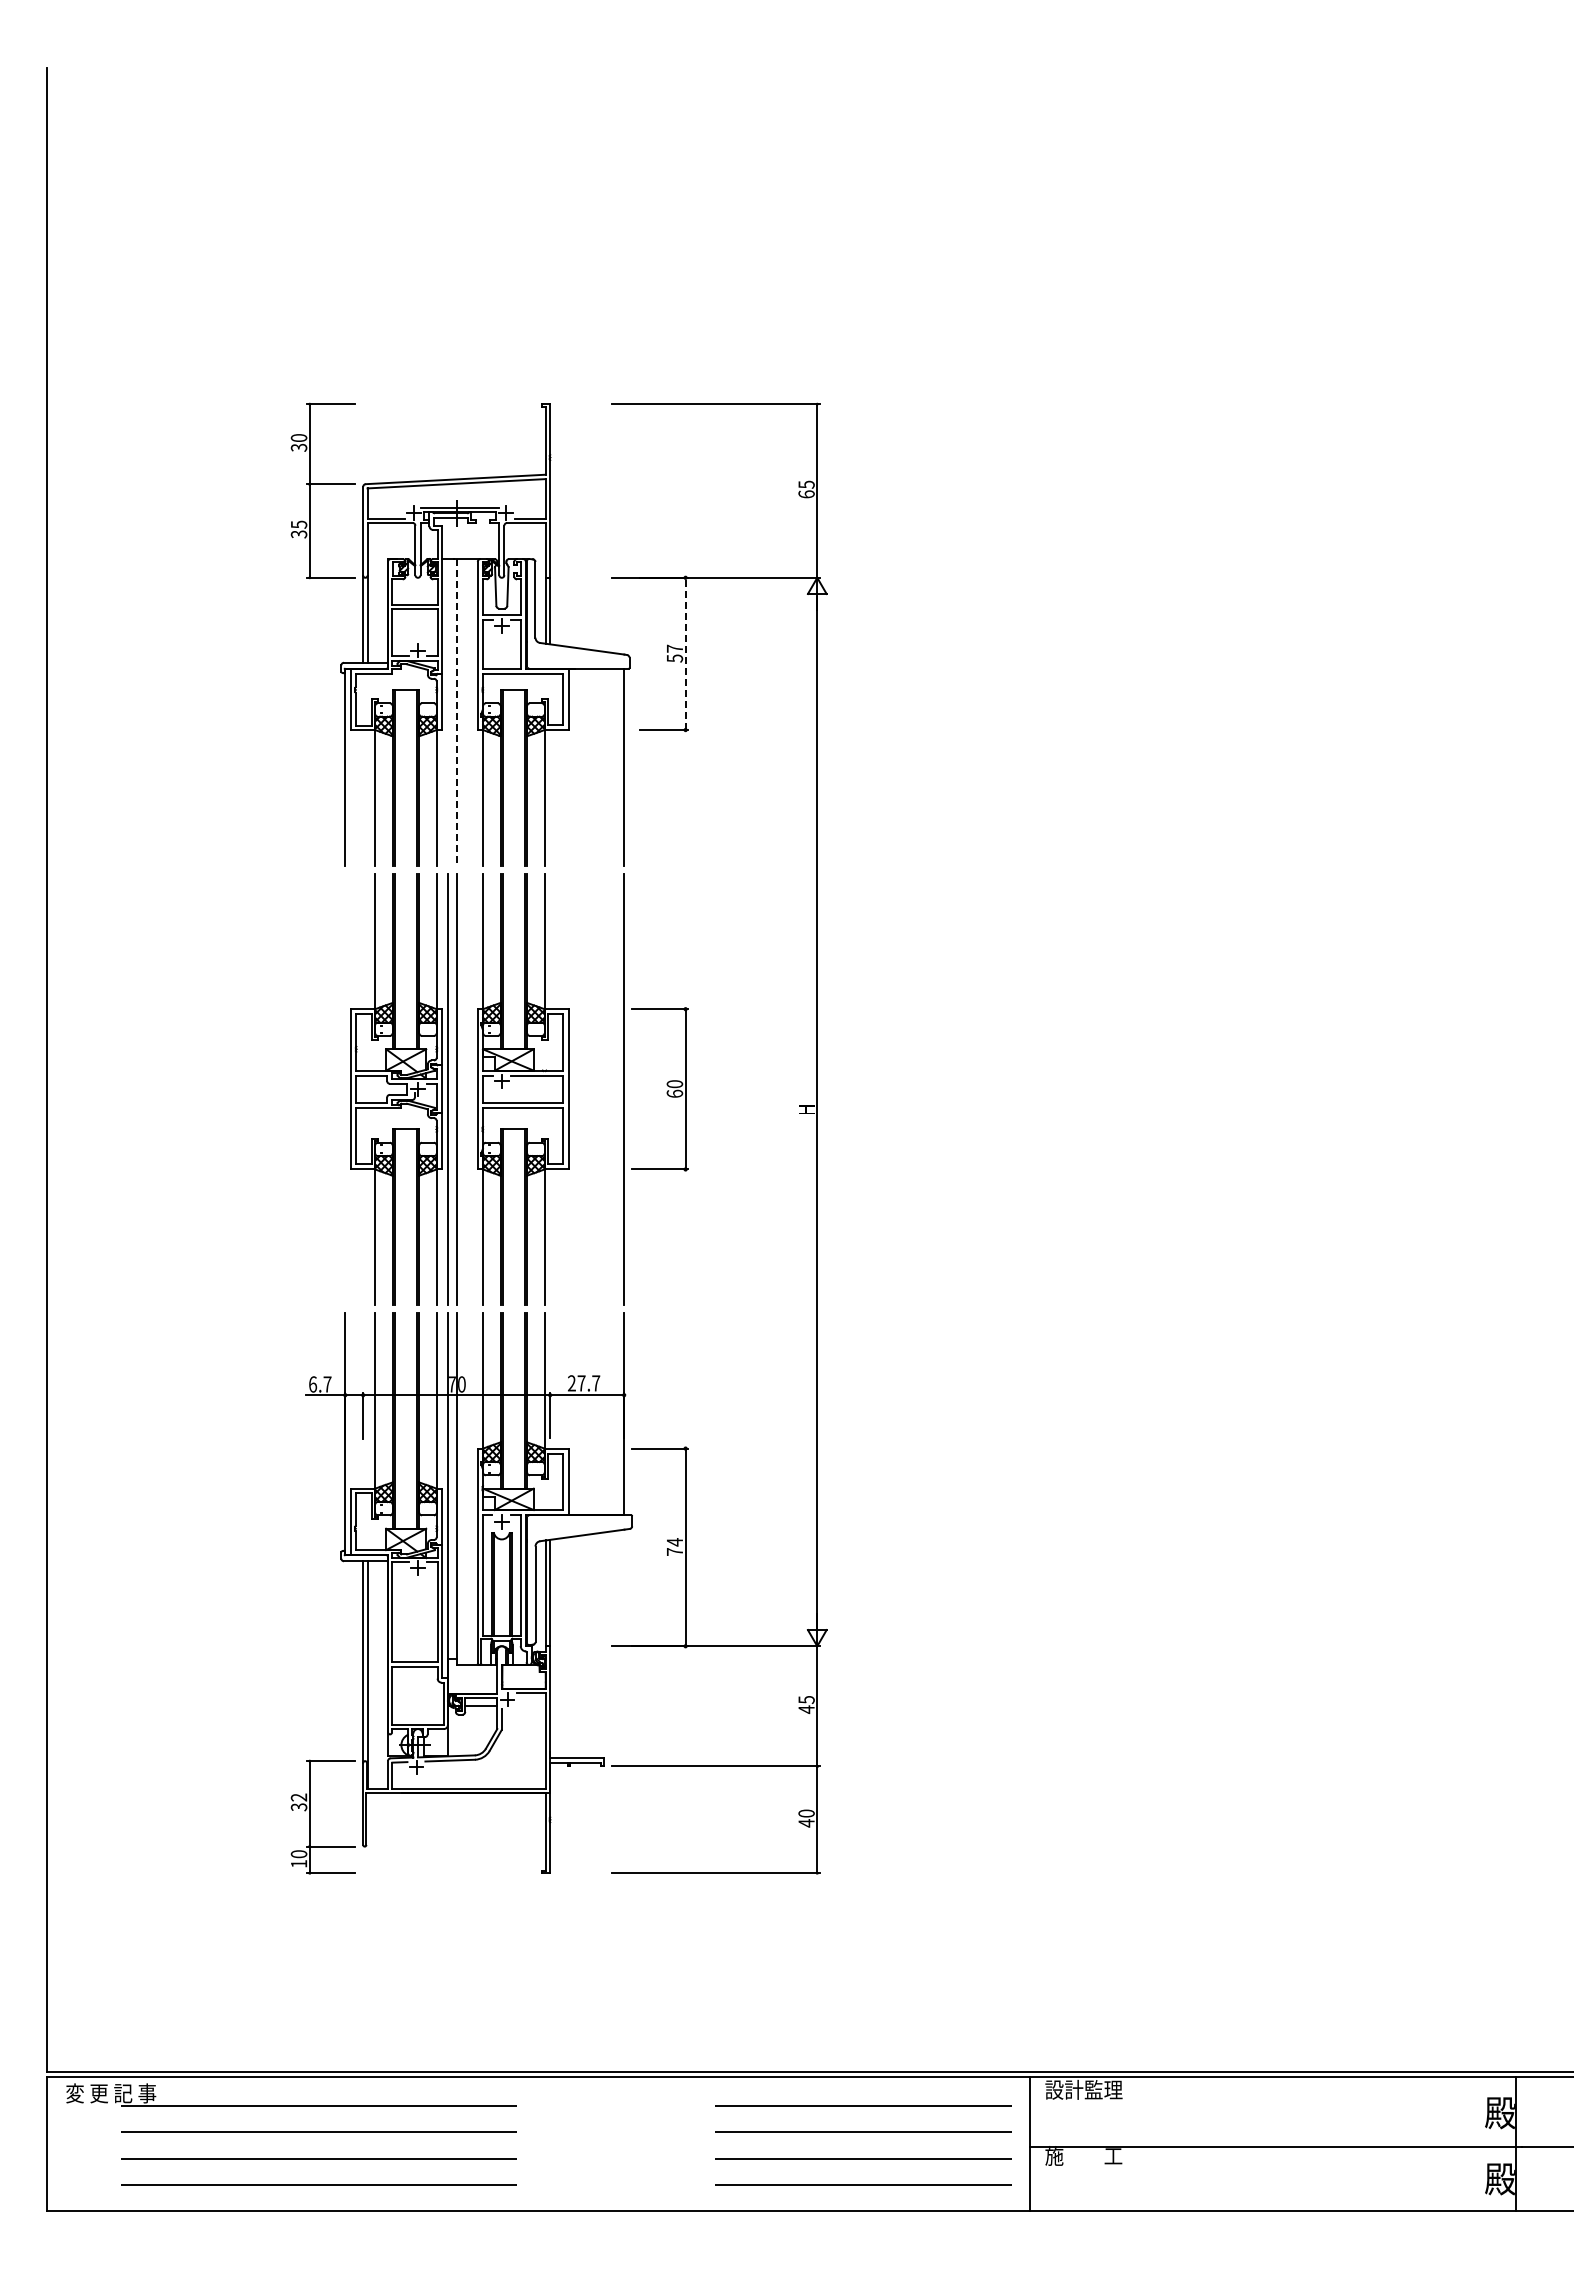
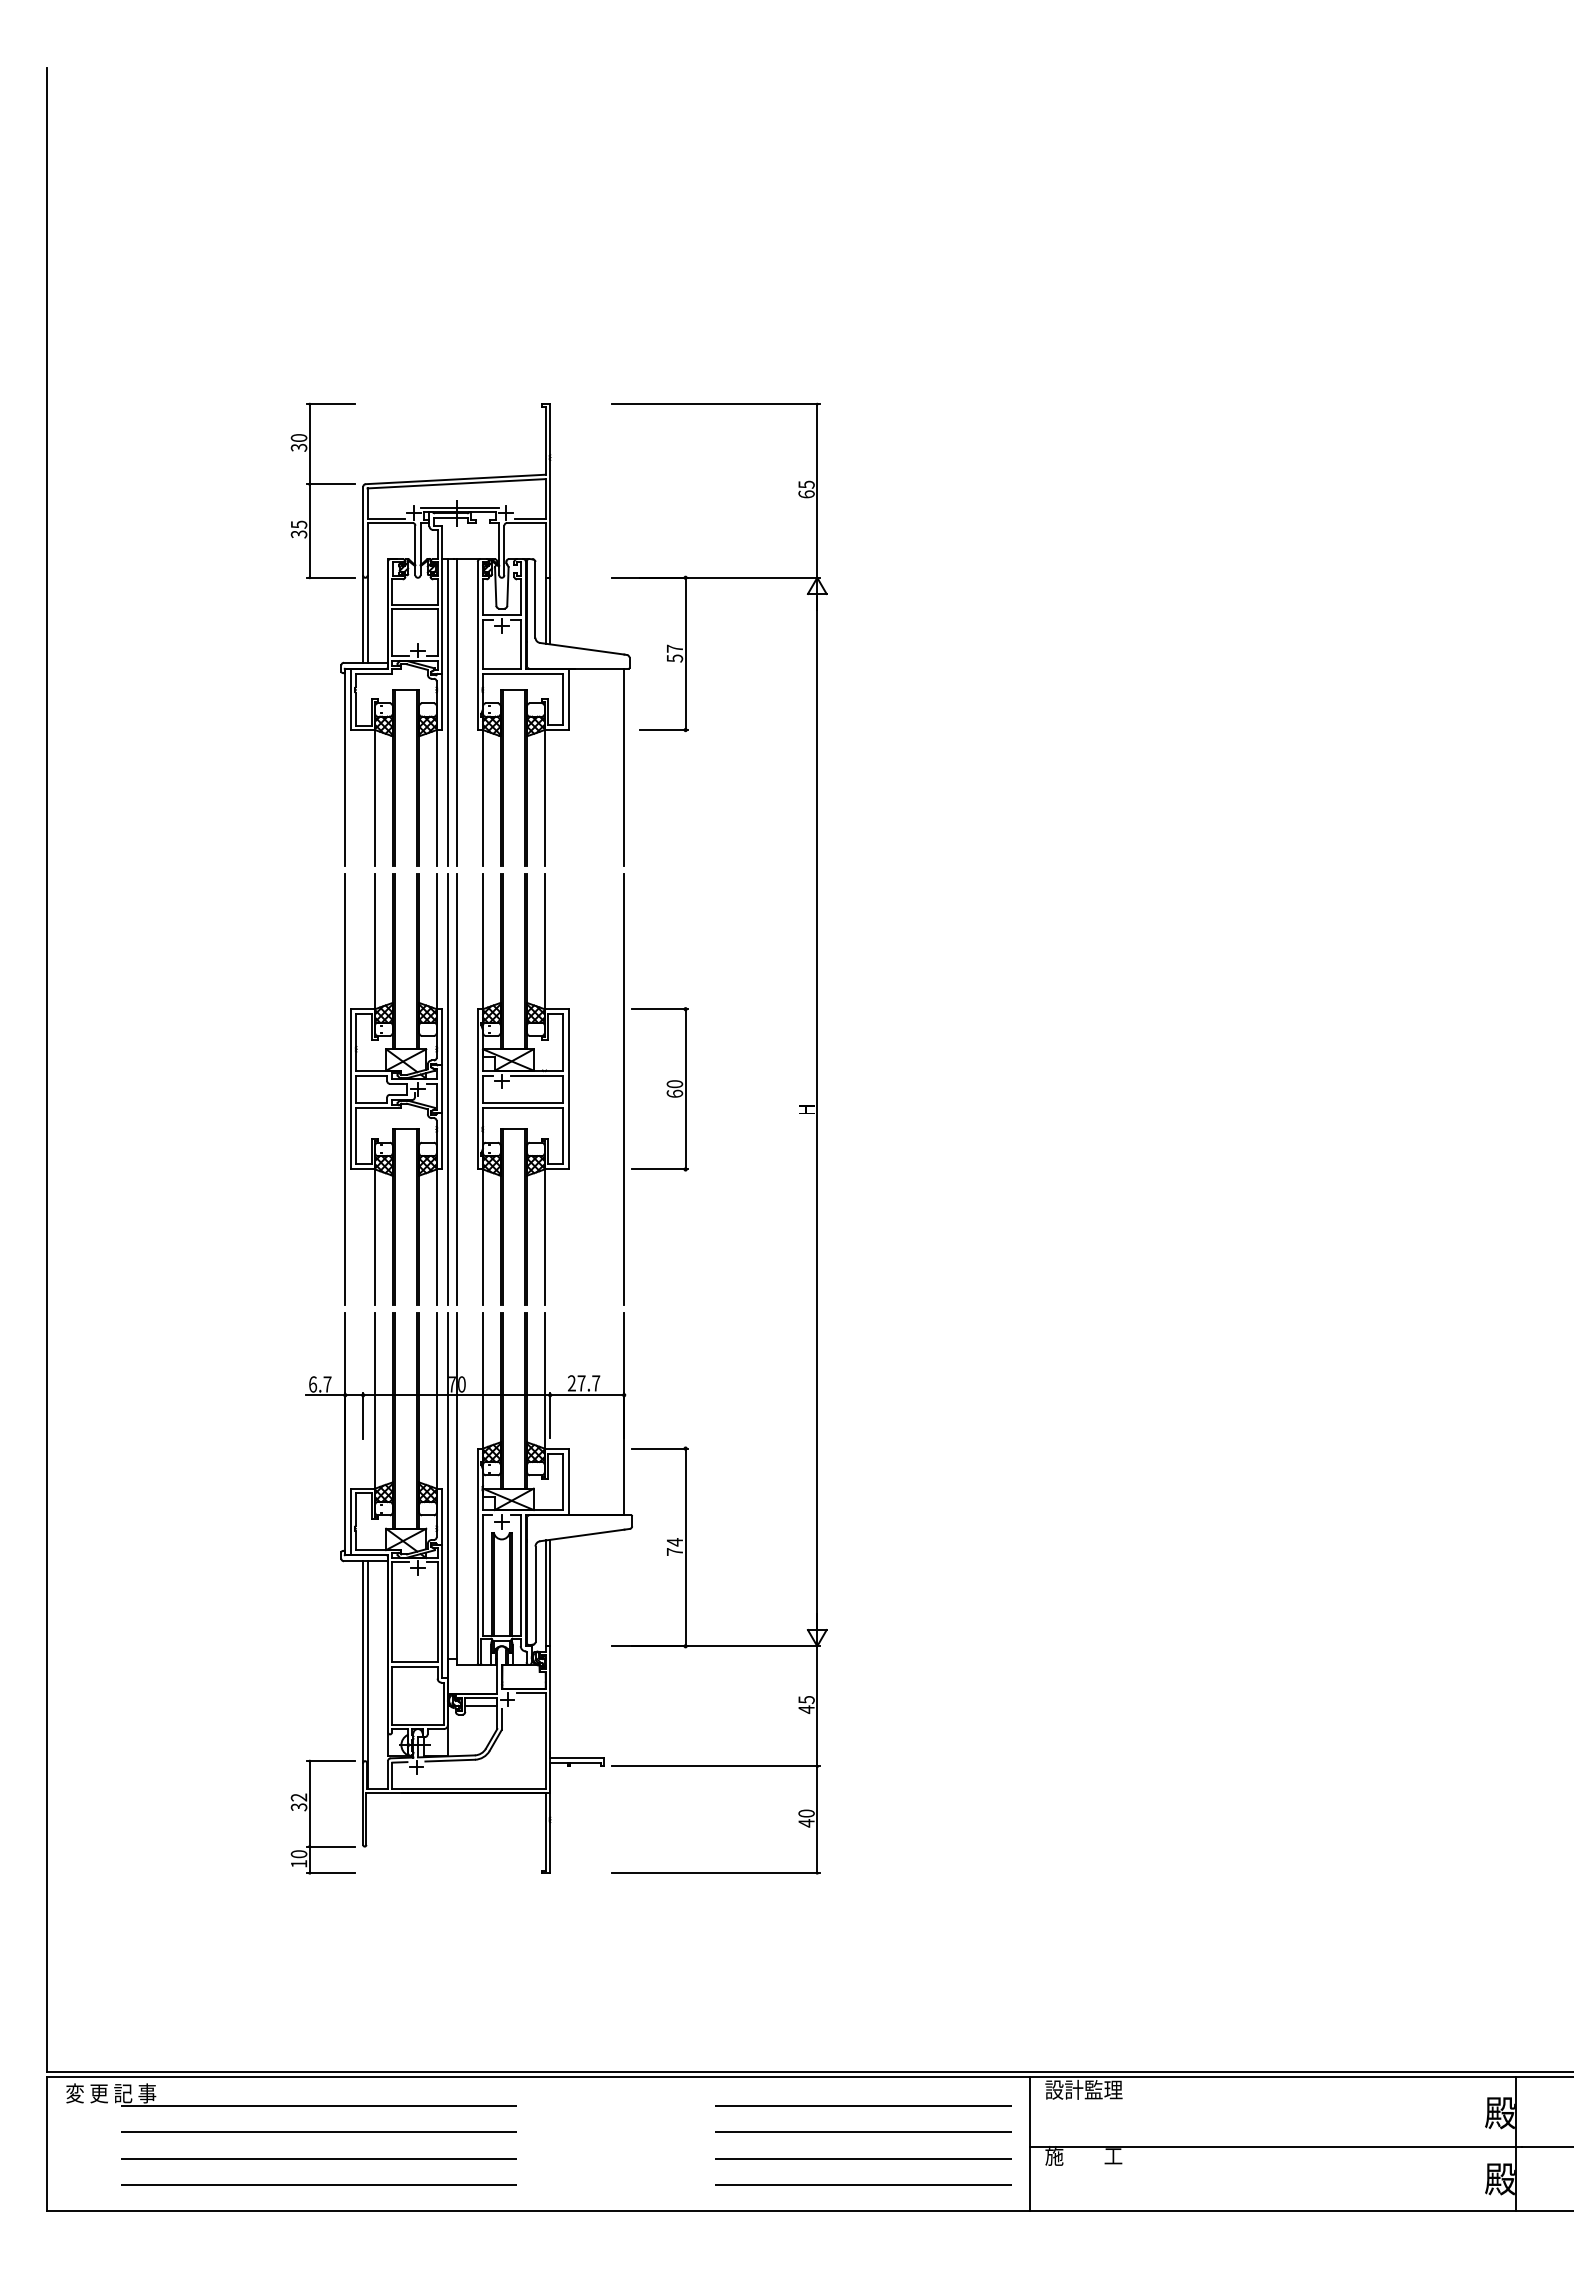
line at (685, 653): dashed -> solid
line at (447, 712): none -> present
line at (457, 712): dashed -> solid
line at (345, 1089): none -> present
